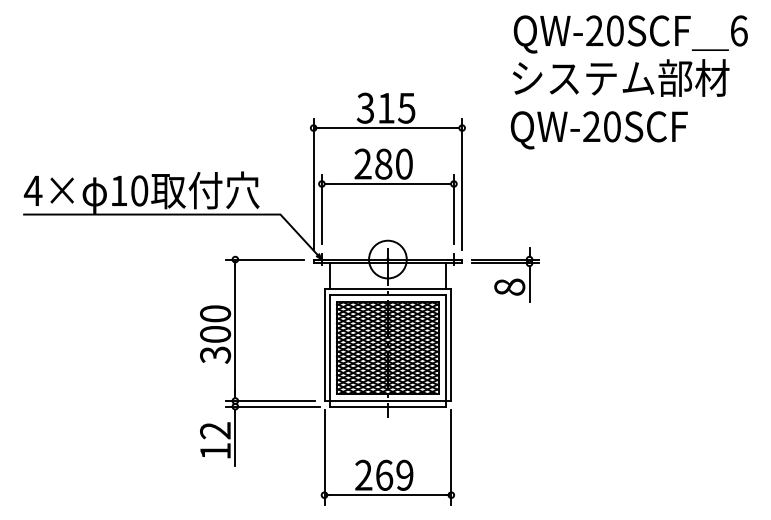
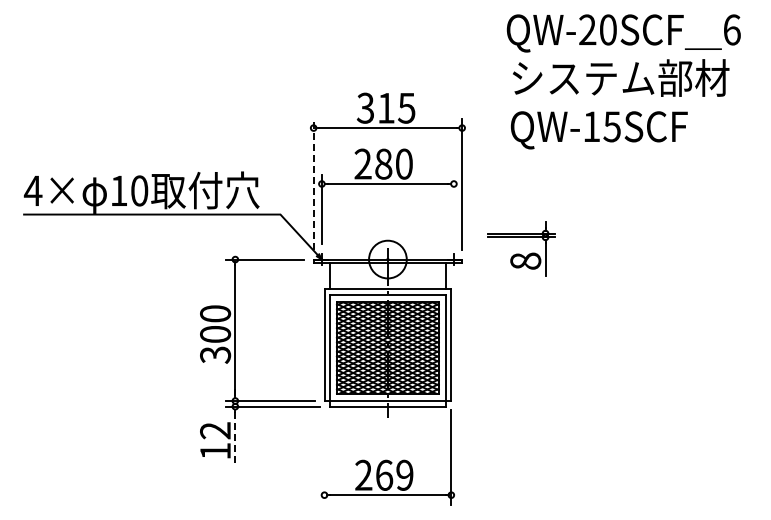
text at (630, 34) position: (630, 34) -> (623, 33)
text at (601, 126): QW-20SCF -> QW-15SCF
line at (313, 184): solid -> dashed
line at (453, 209): present -> none
part at (505, 274) position: (505, 274) -> (521, 248)
line at (235, 439): solid -> dashed
line at (324, 457): present -> none
